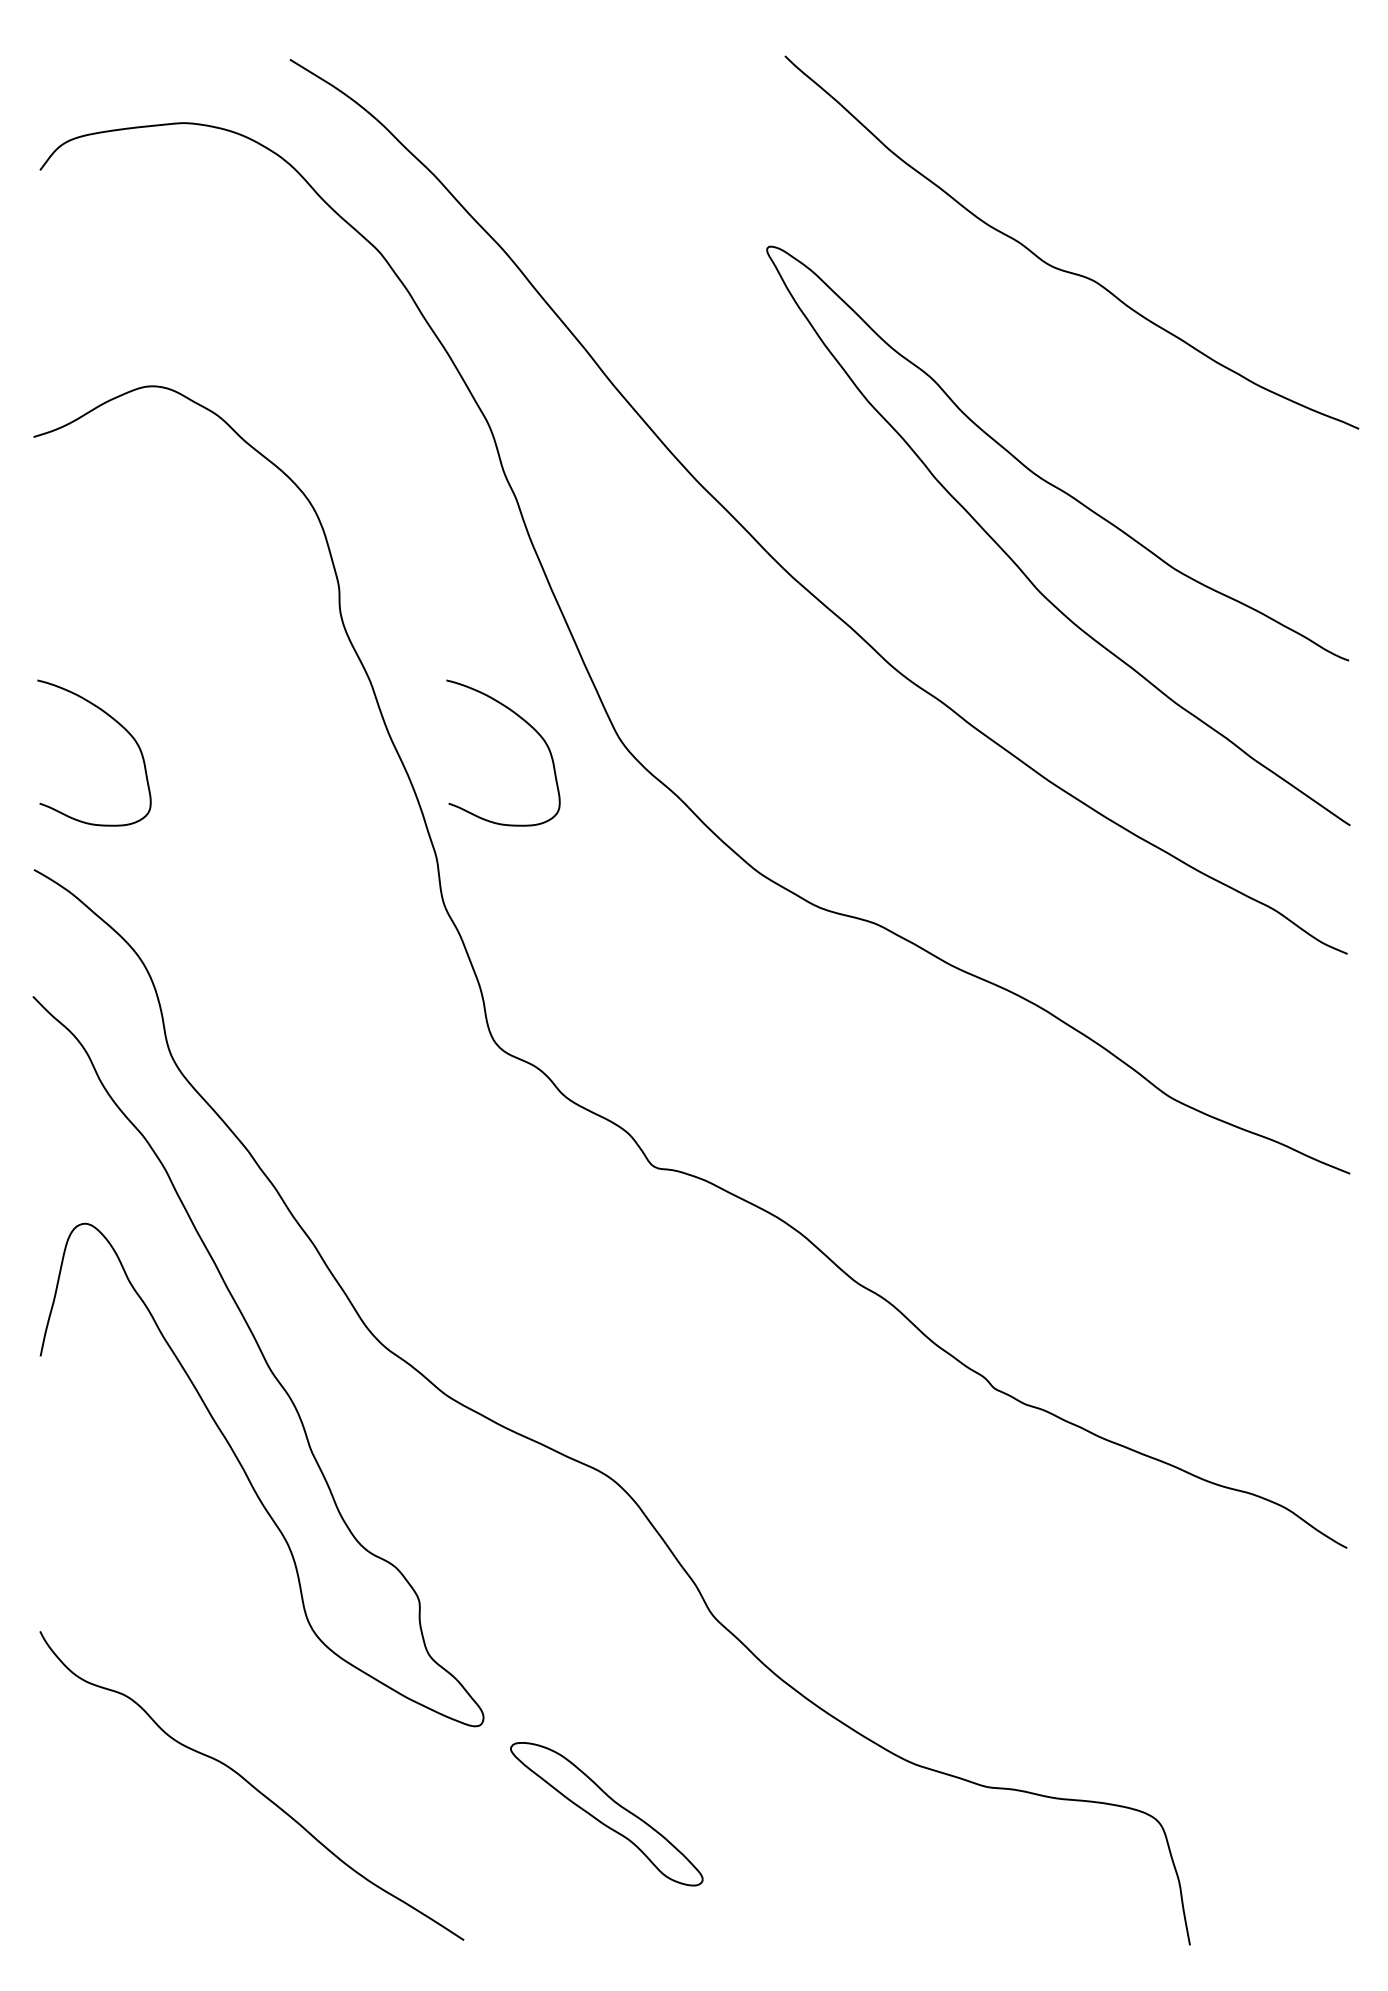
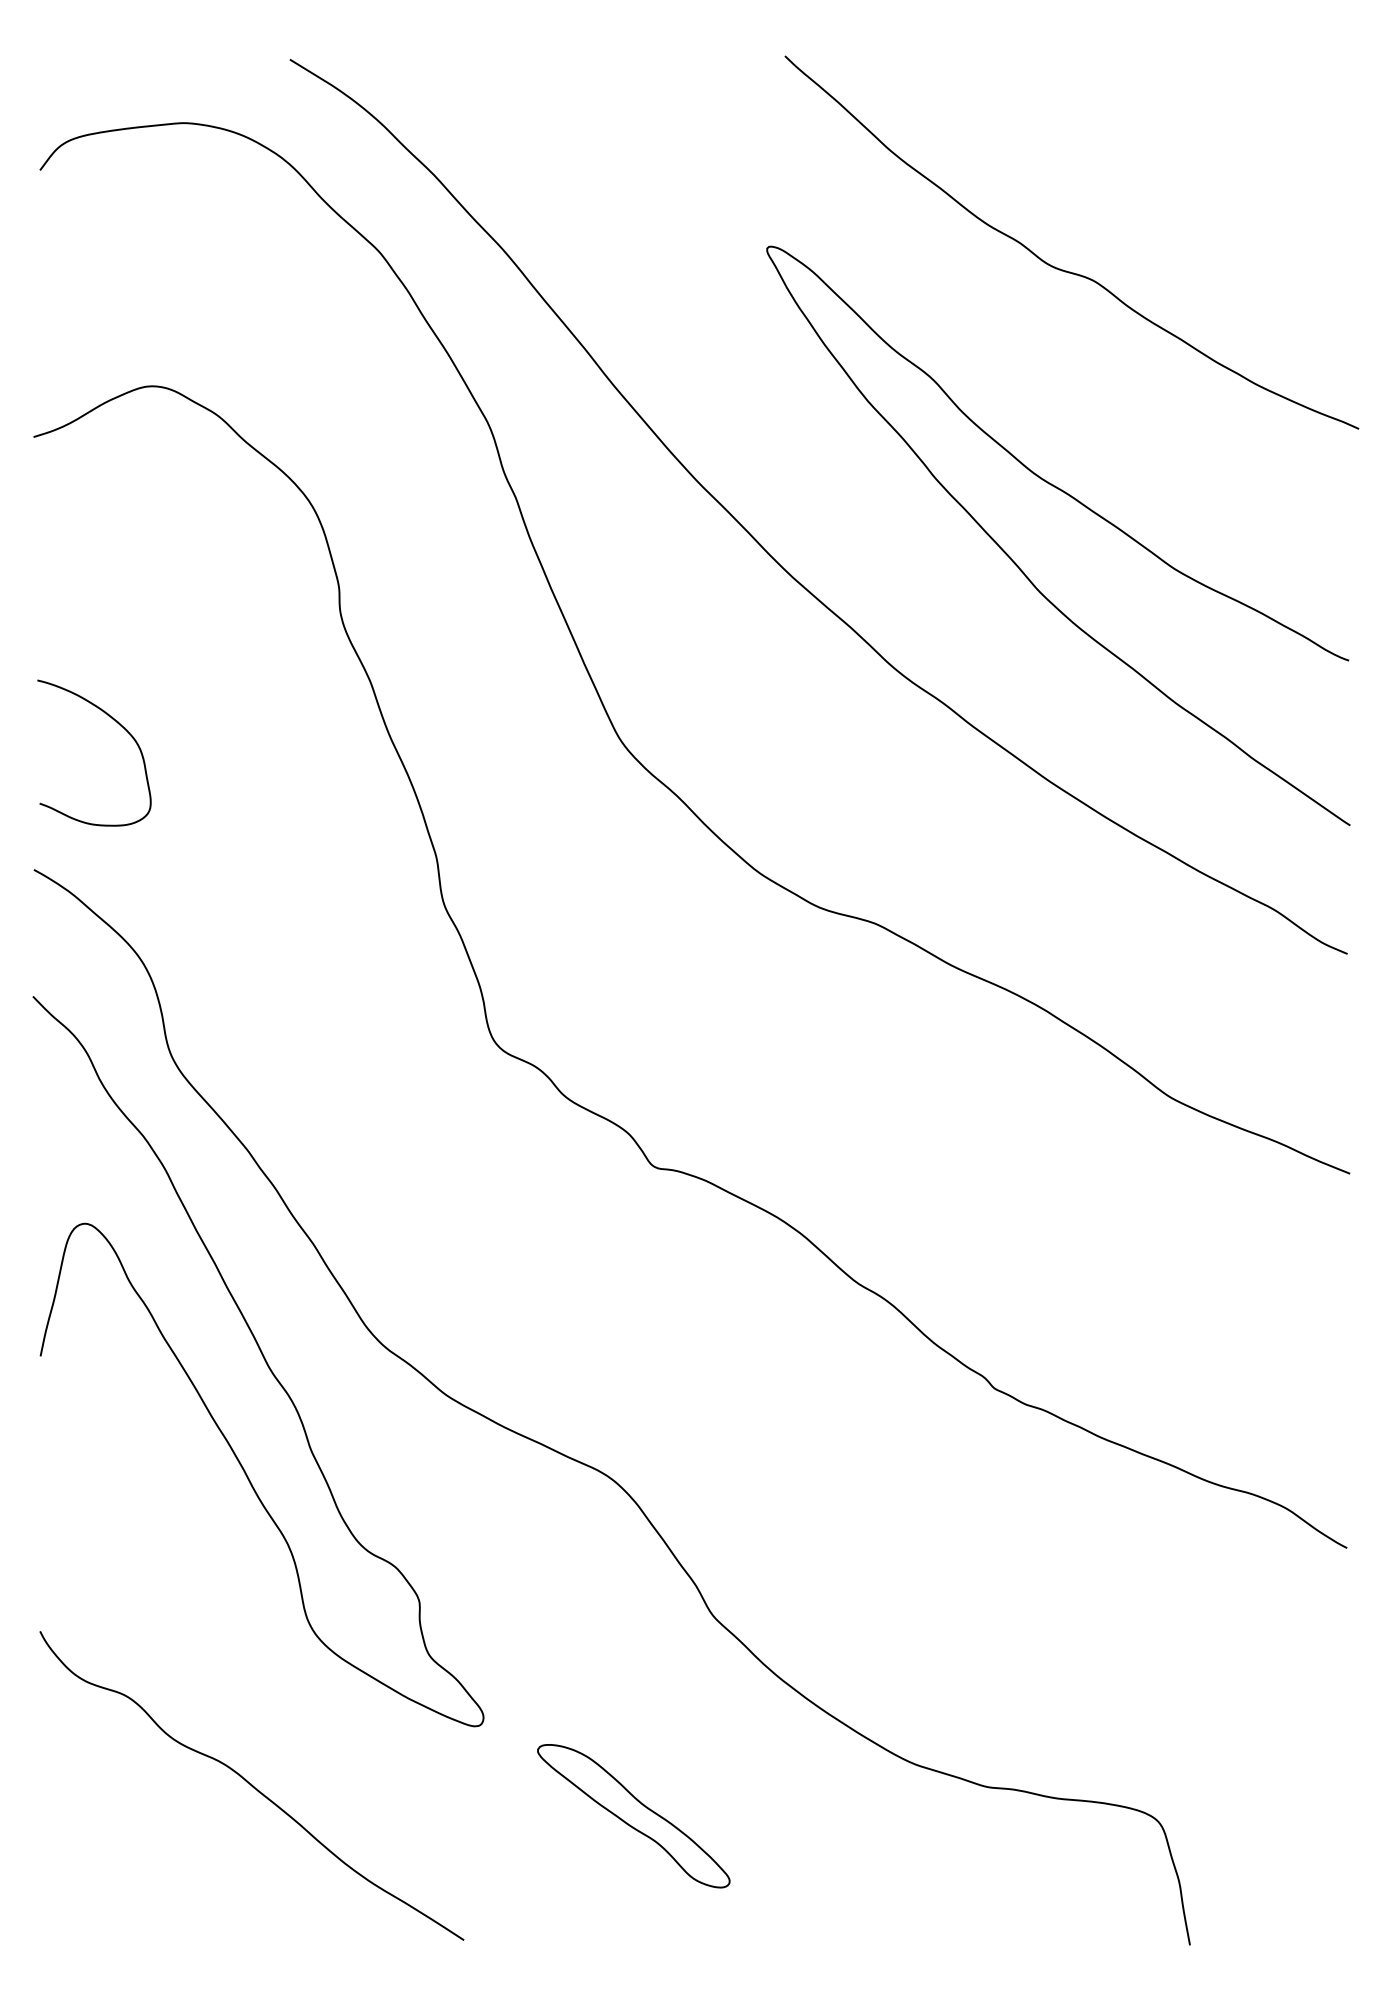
curve at (529, 726): present -> none
part at (606, 1814) position: (606, 1814) -> (633, 1816)
